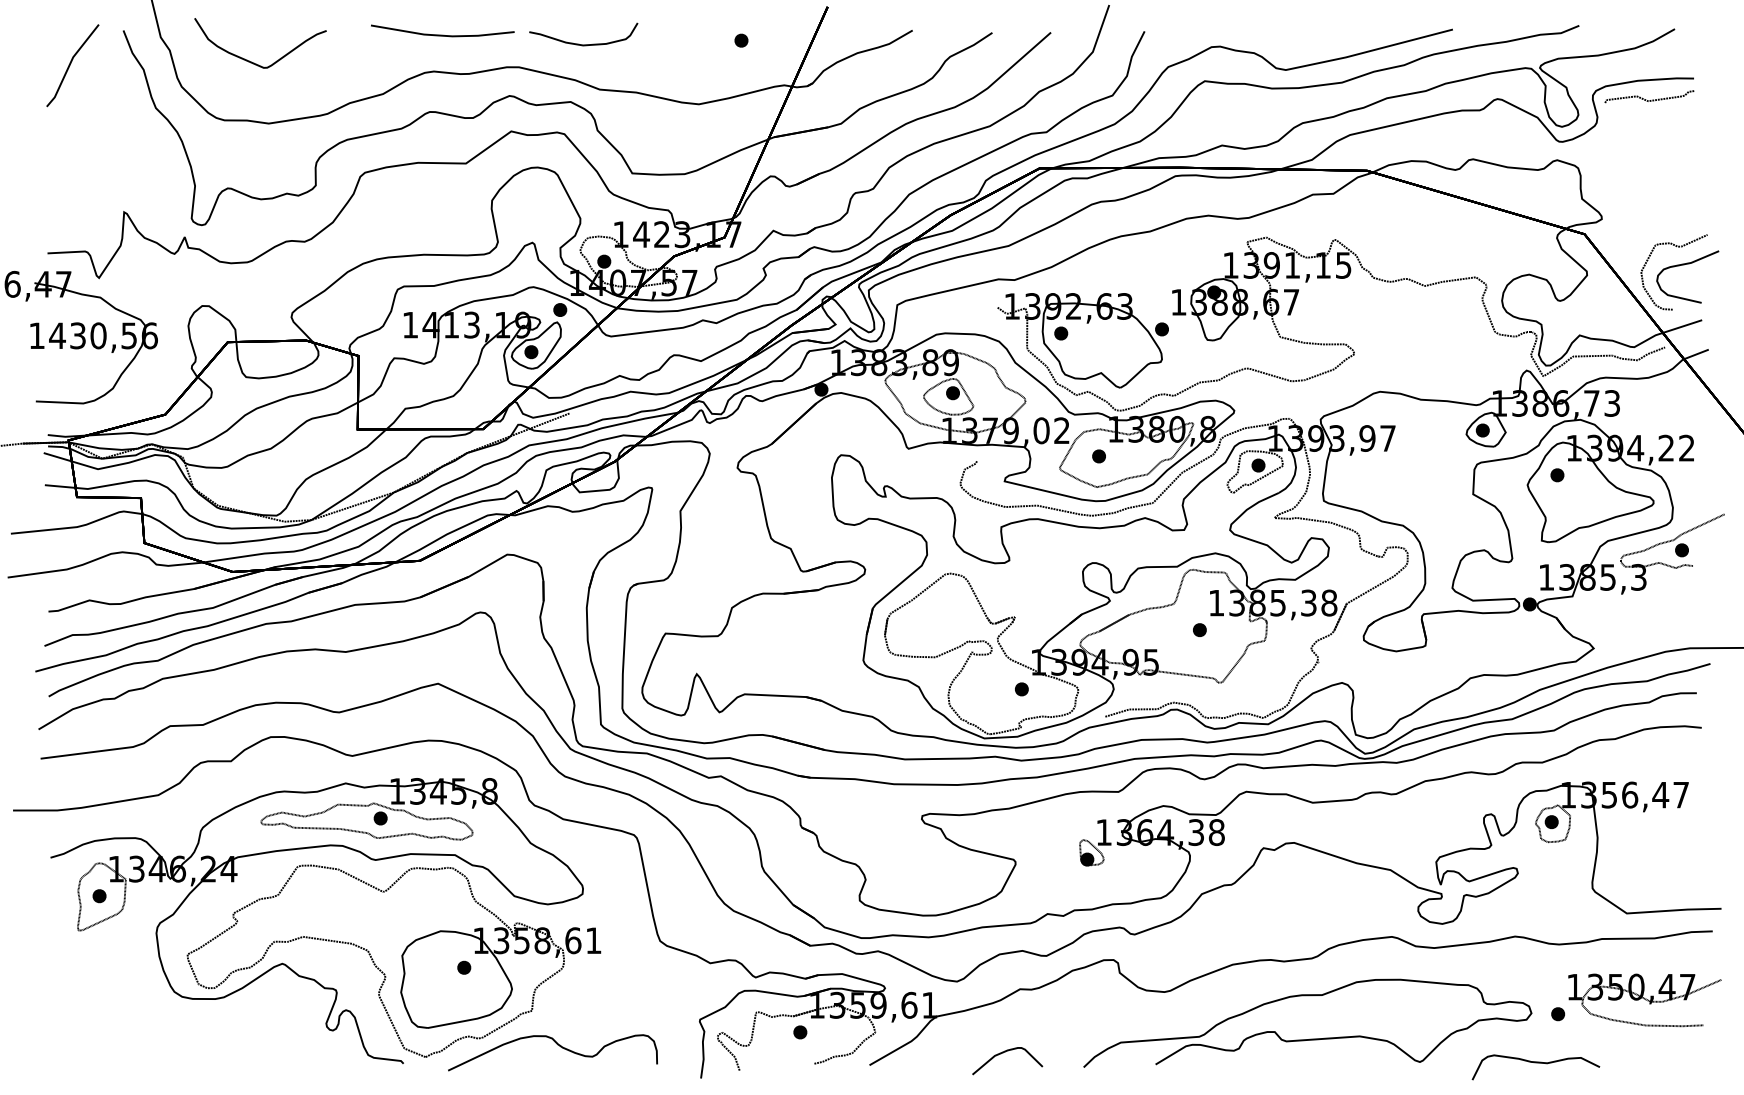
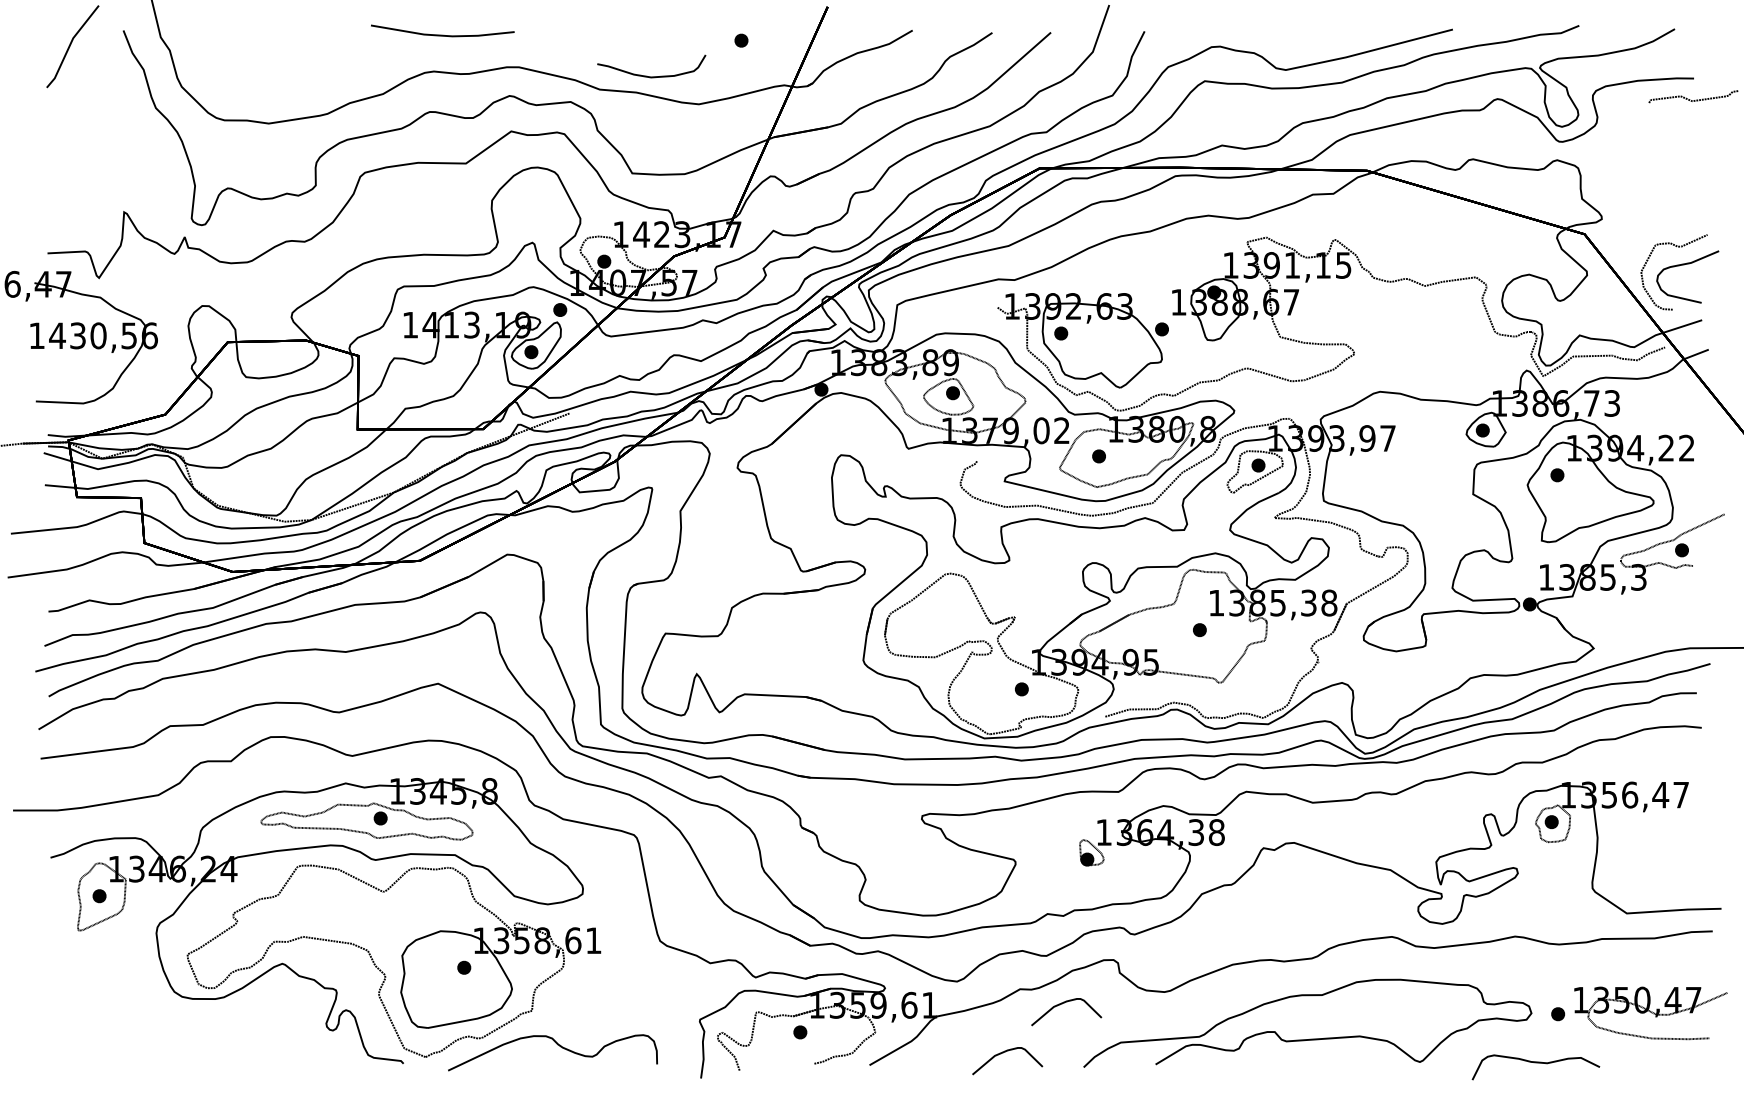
curve at (583, 44) position: (583, 44) -> (651, 76)
curve at (254, 62): present -> none
line at (70, 65) position: (70, 65) -> (70, 46)
curve at (1649, 100) position: (1649, 100) -> (1693, 100)
part at (1644, 1000) position: (1644, 1000) -> (1650, 1013)
curve at (1062, 1004): none -> present
